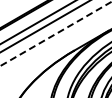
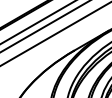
line at (56, 33): dashed -> solid
